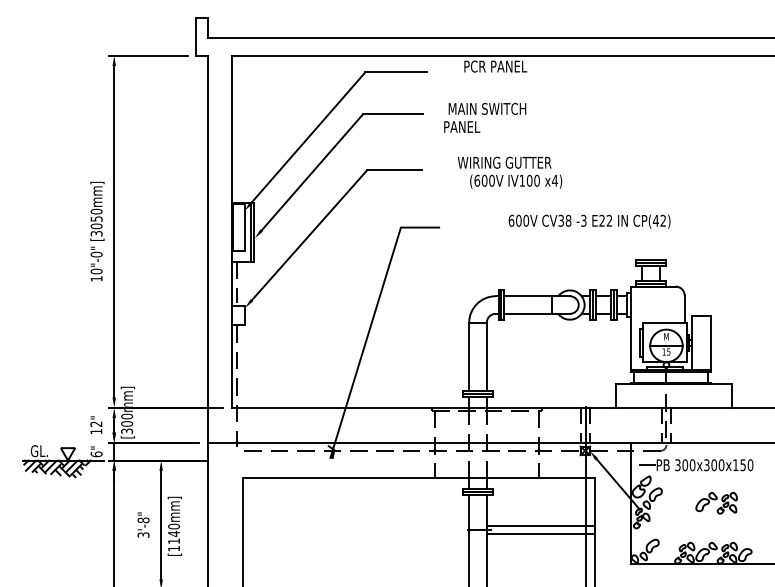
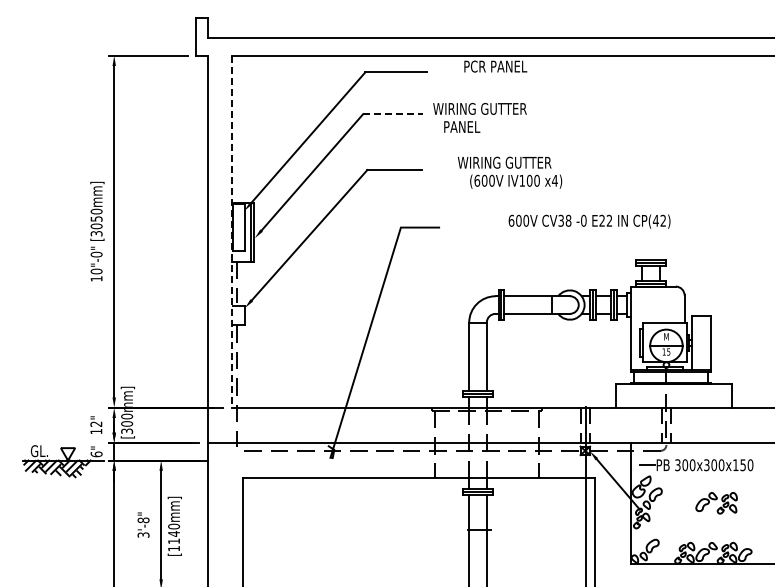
text at (479, 108): MAIN SWITCH -> WIRING GUTTER
line at (393, 114): solid -> dashed
text at (583, 220): -3 -> -0
line at (231, 232): solid -> dashed
line at (541, 525): present -> none
line at (541, 534): present -> none
